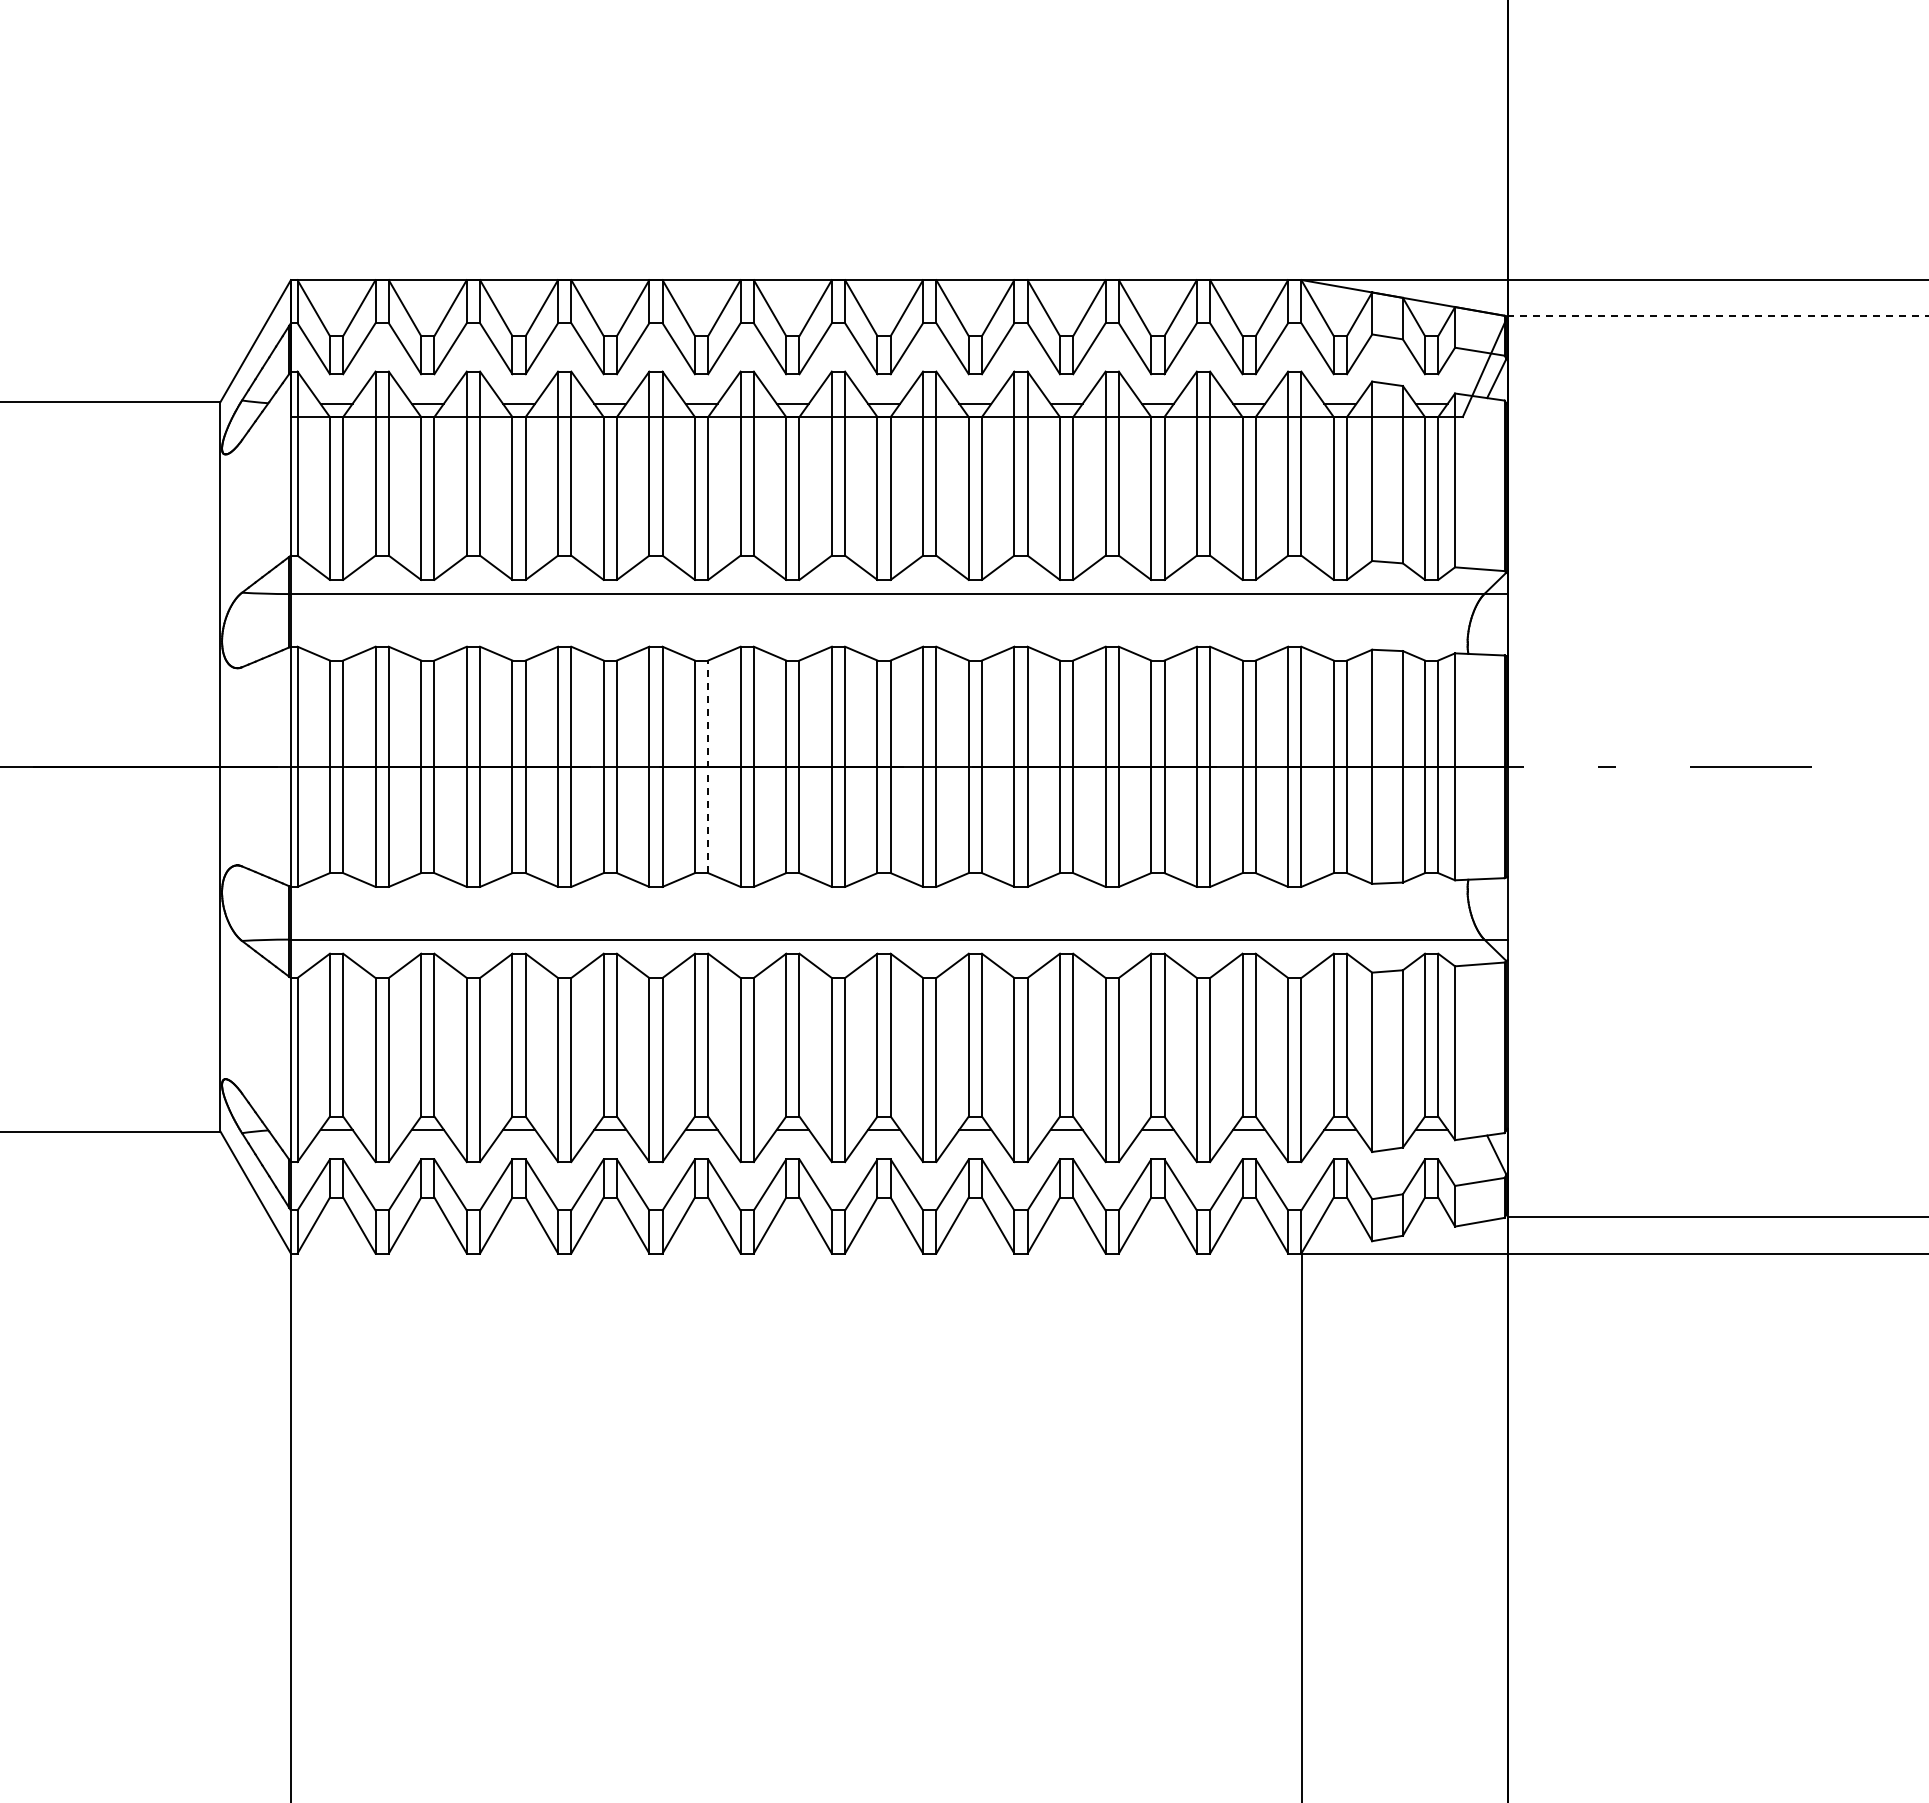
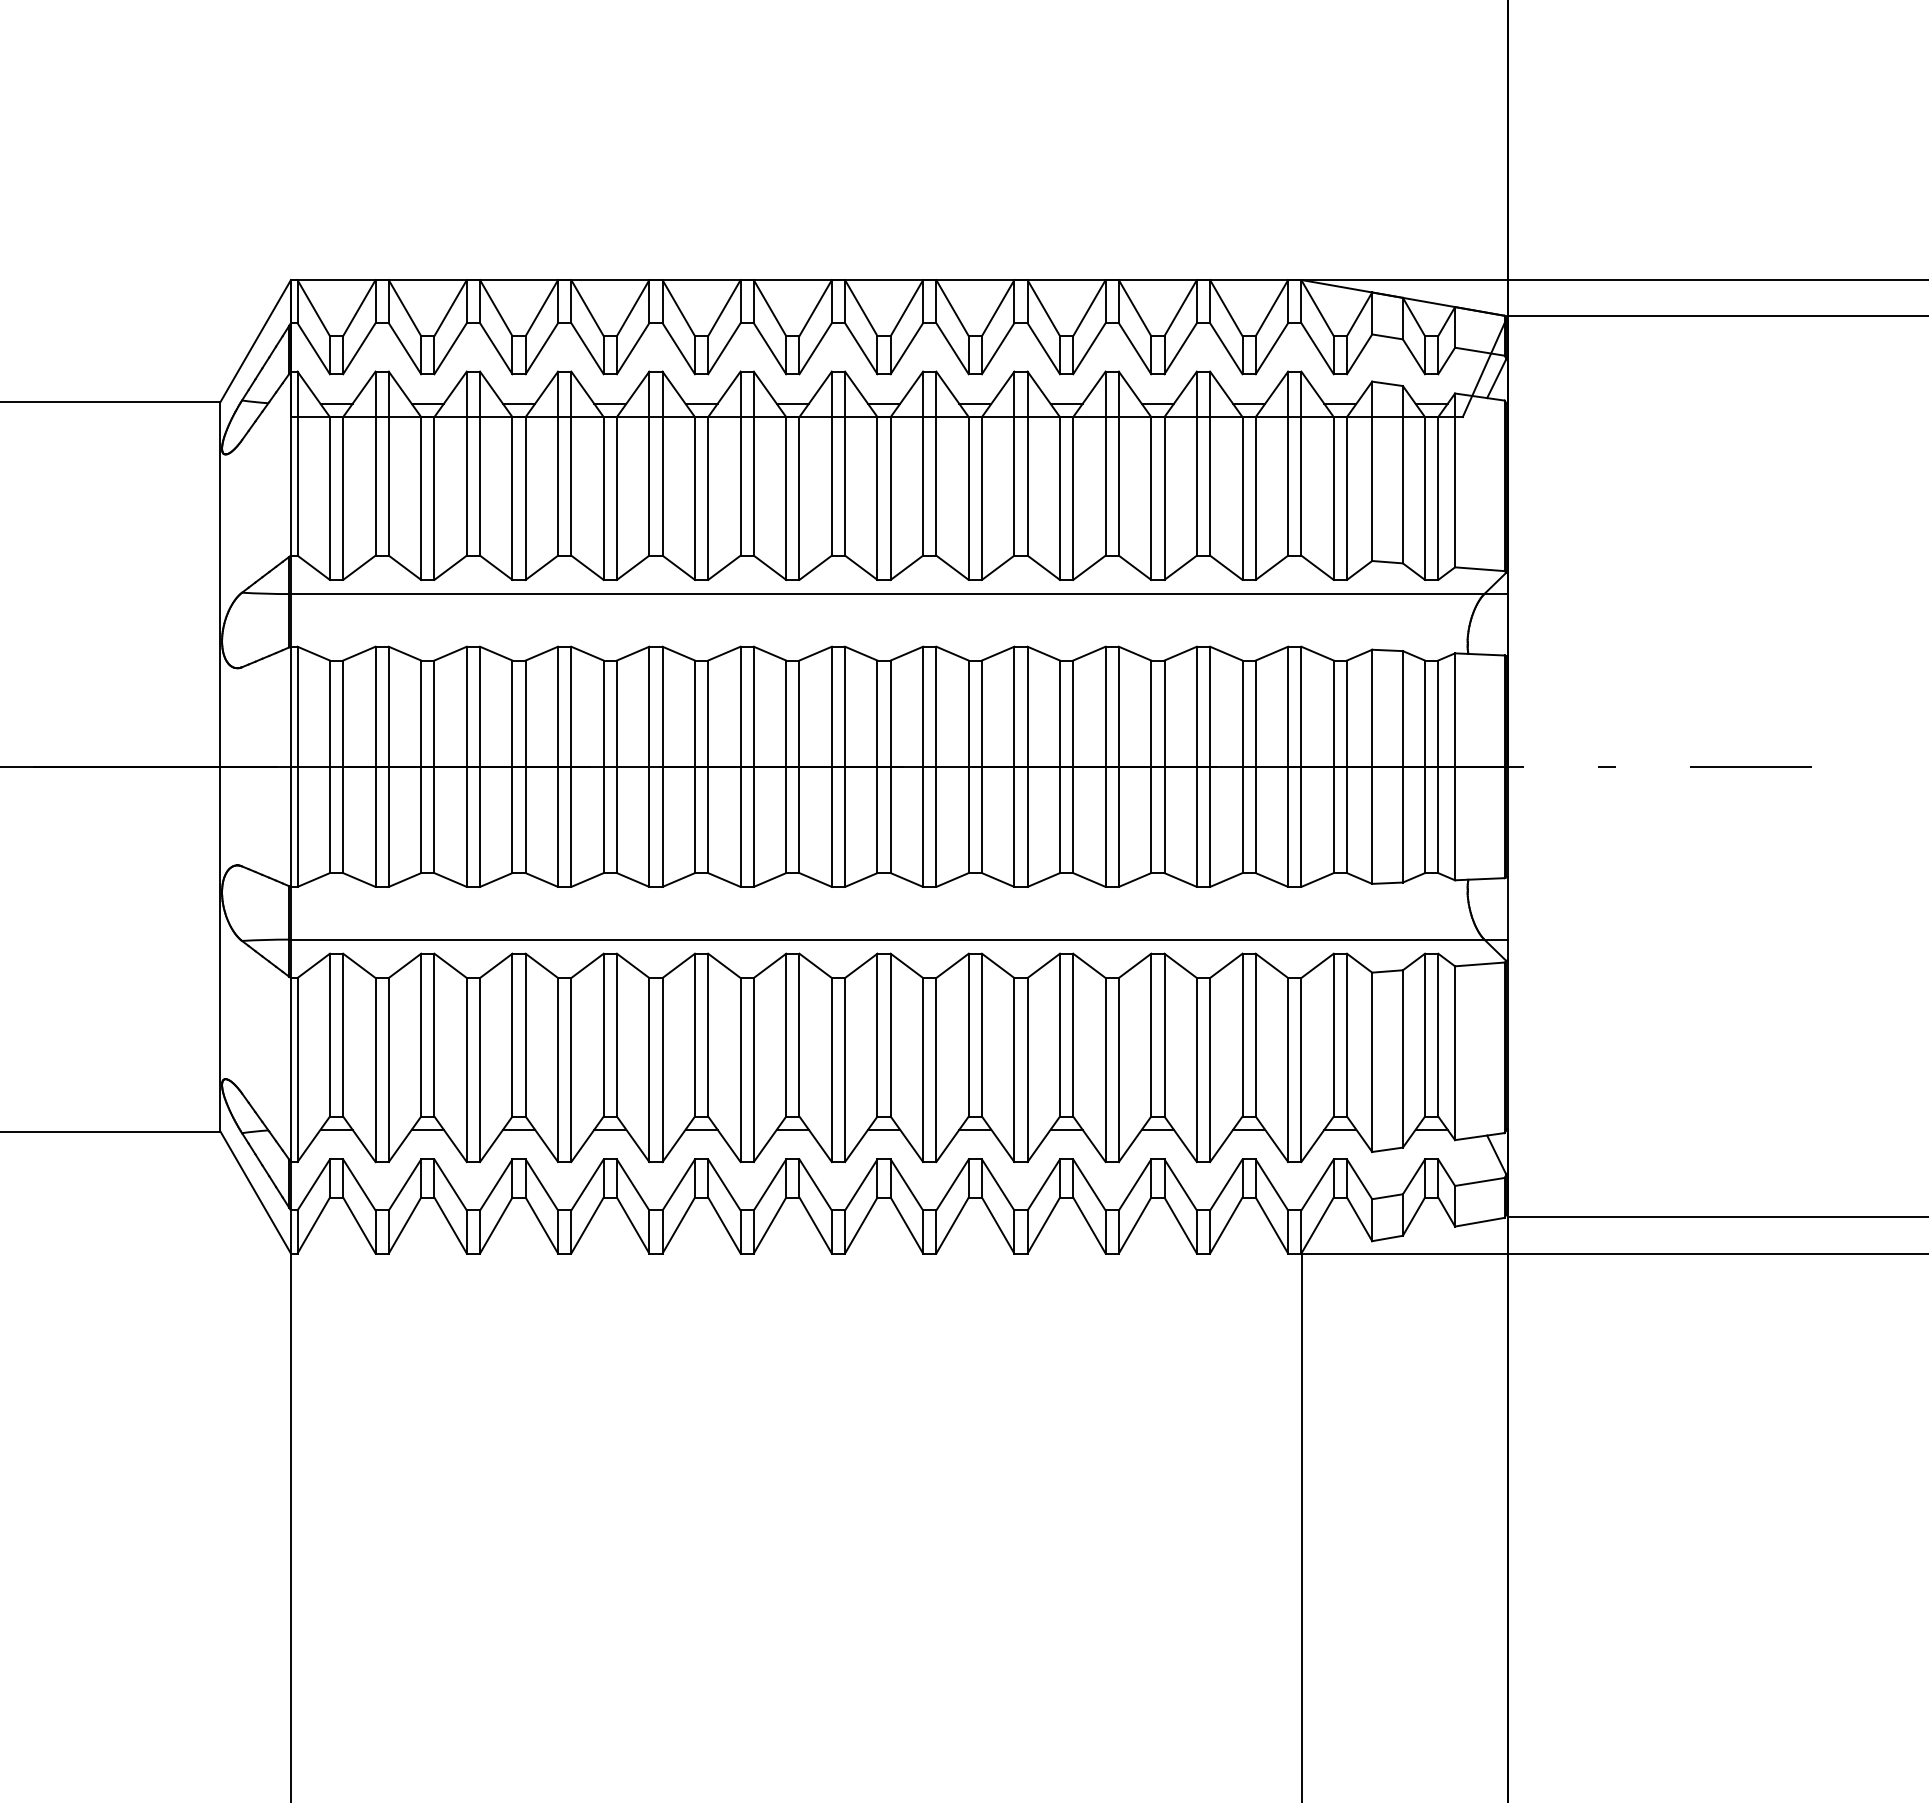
line at (1717, 316): dashed -> solid
line at (708, 766): dashed -> solid
